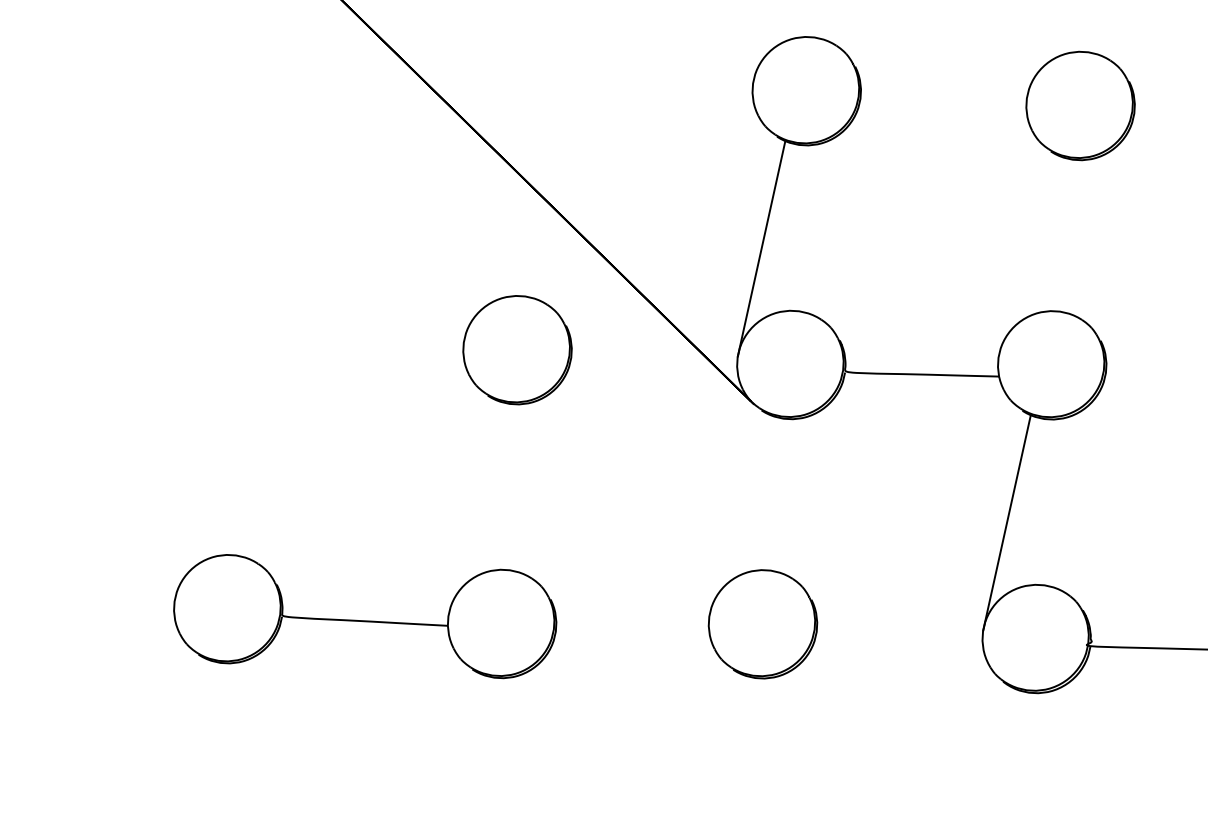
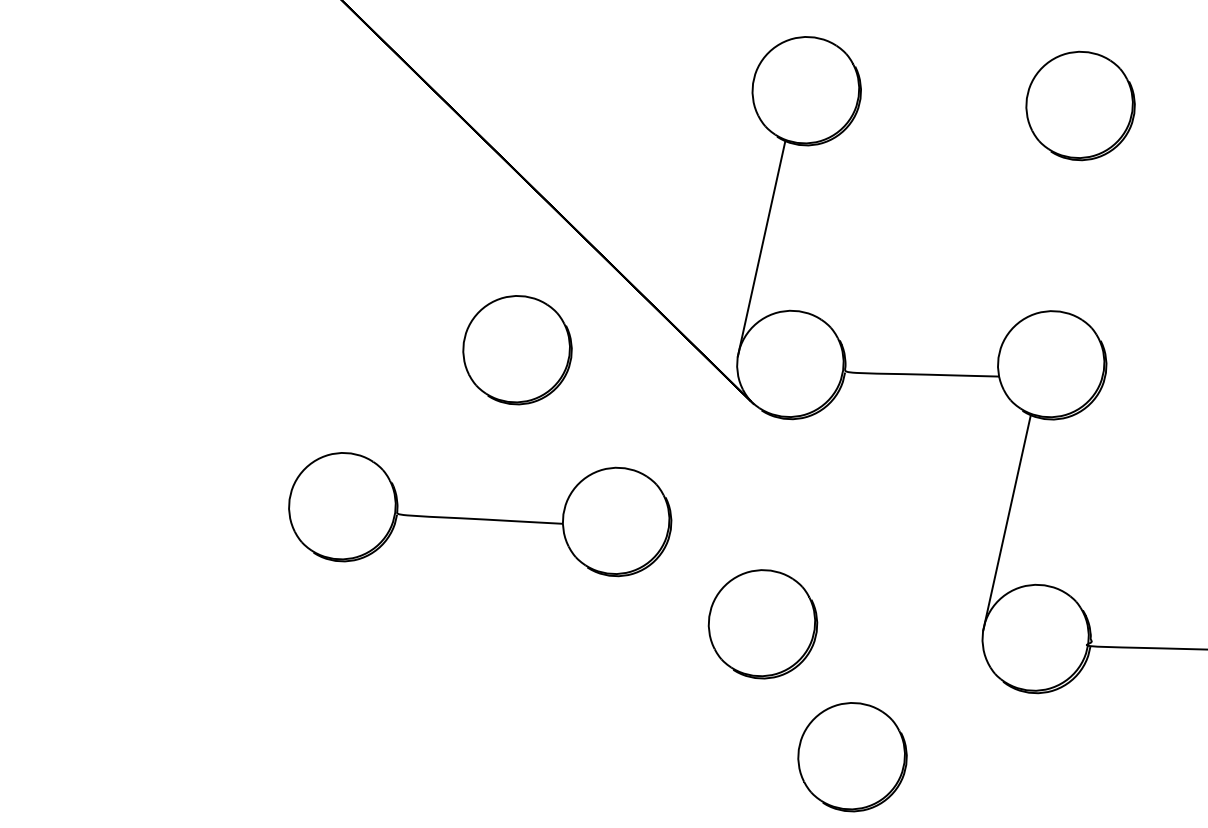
part at (365, 616) position: (365, 616) -> (480, 514)
part at (852, 757): none -> present
